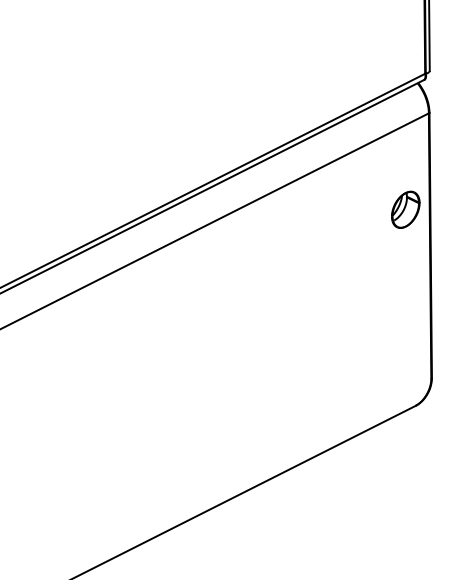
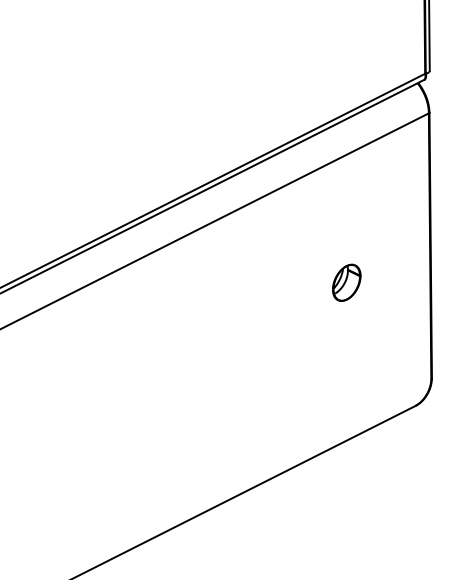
part at (405, 209) position: (405, 209) -> (346, 282)
